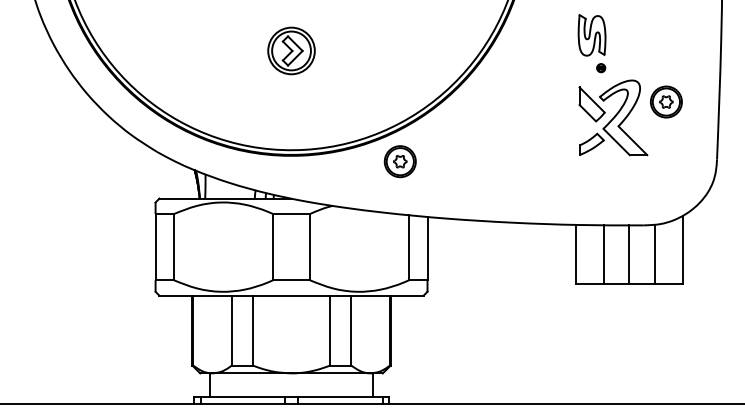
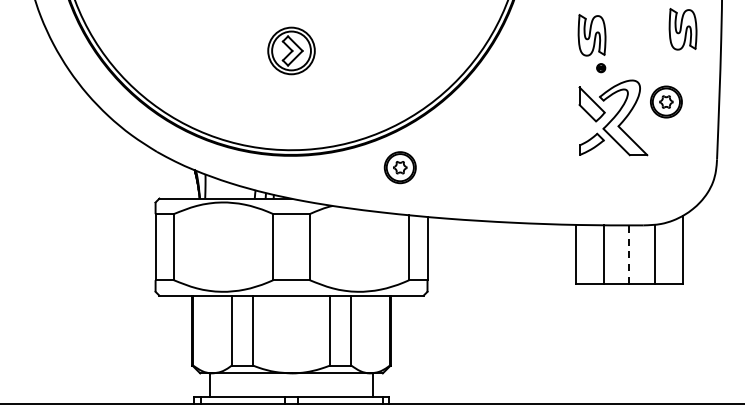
part at (682, 29): none -> present
part at (399, 161) position: (399, 161) -> (399, 167)
line at (629, 254): solid -> dashed
